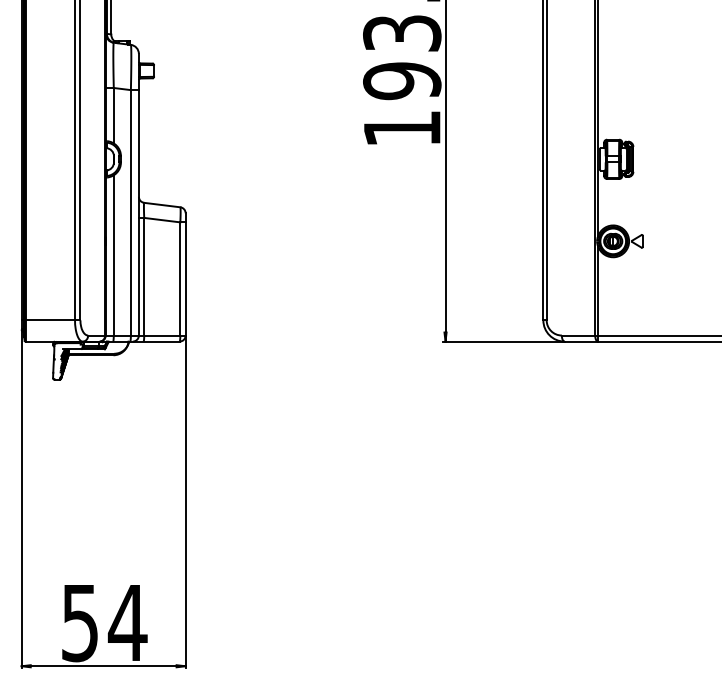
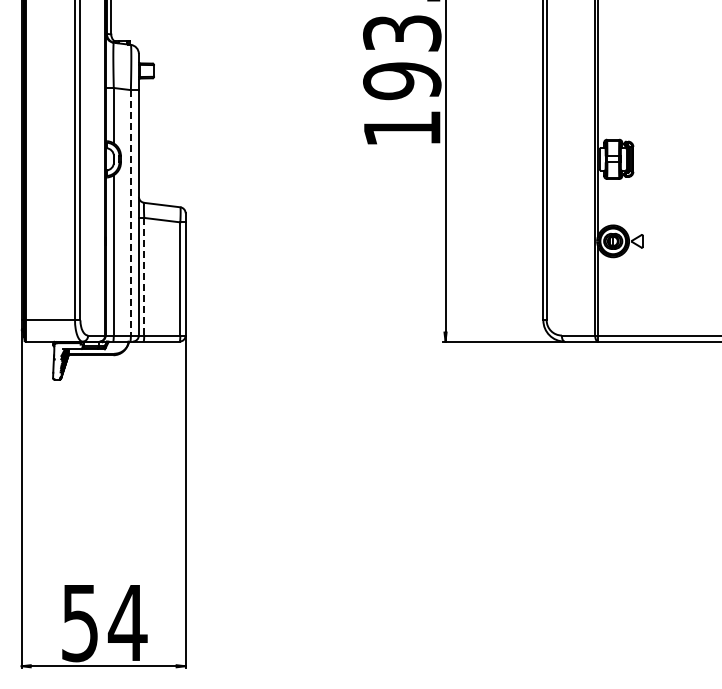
line at (130, 212): solid -> dashed
line at (144, 276): solid -> dashed
